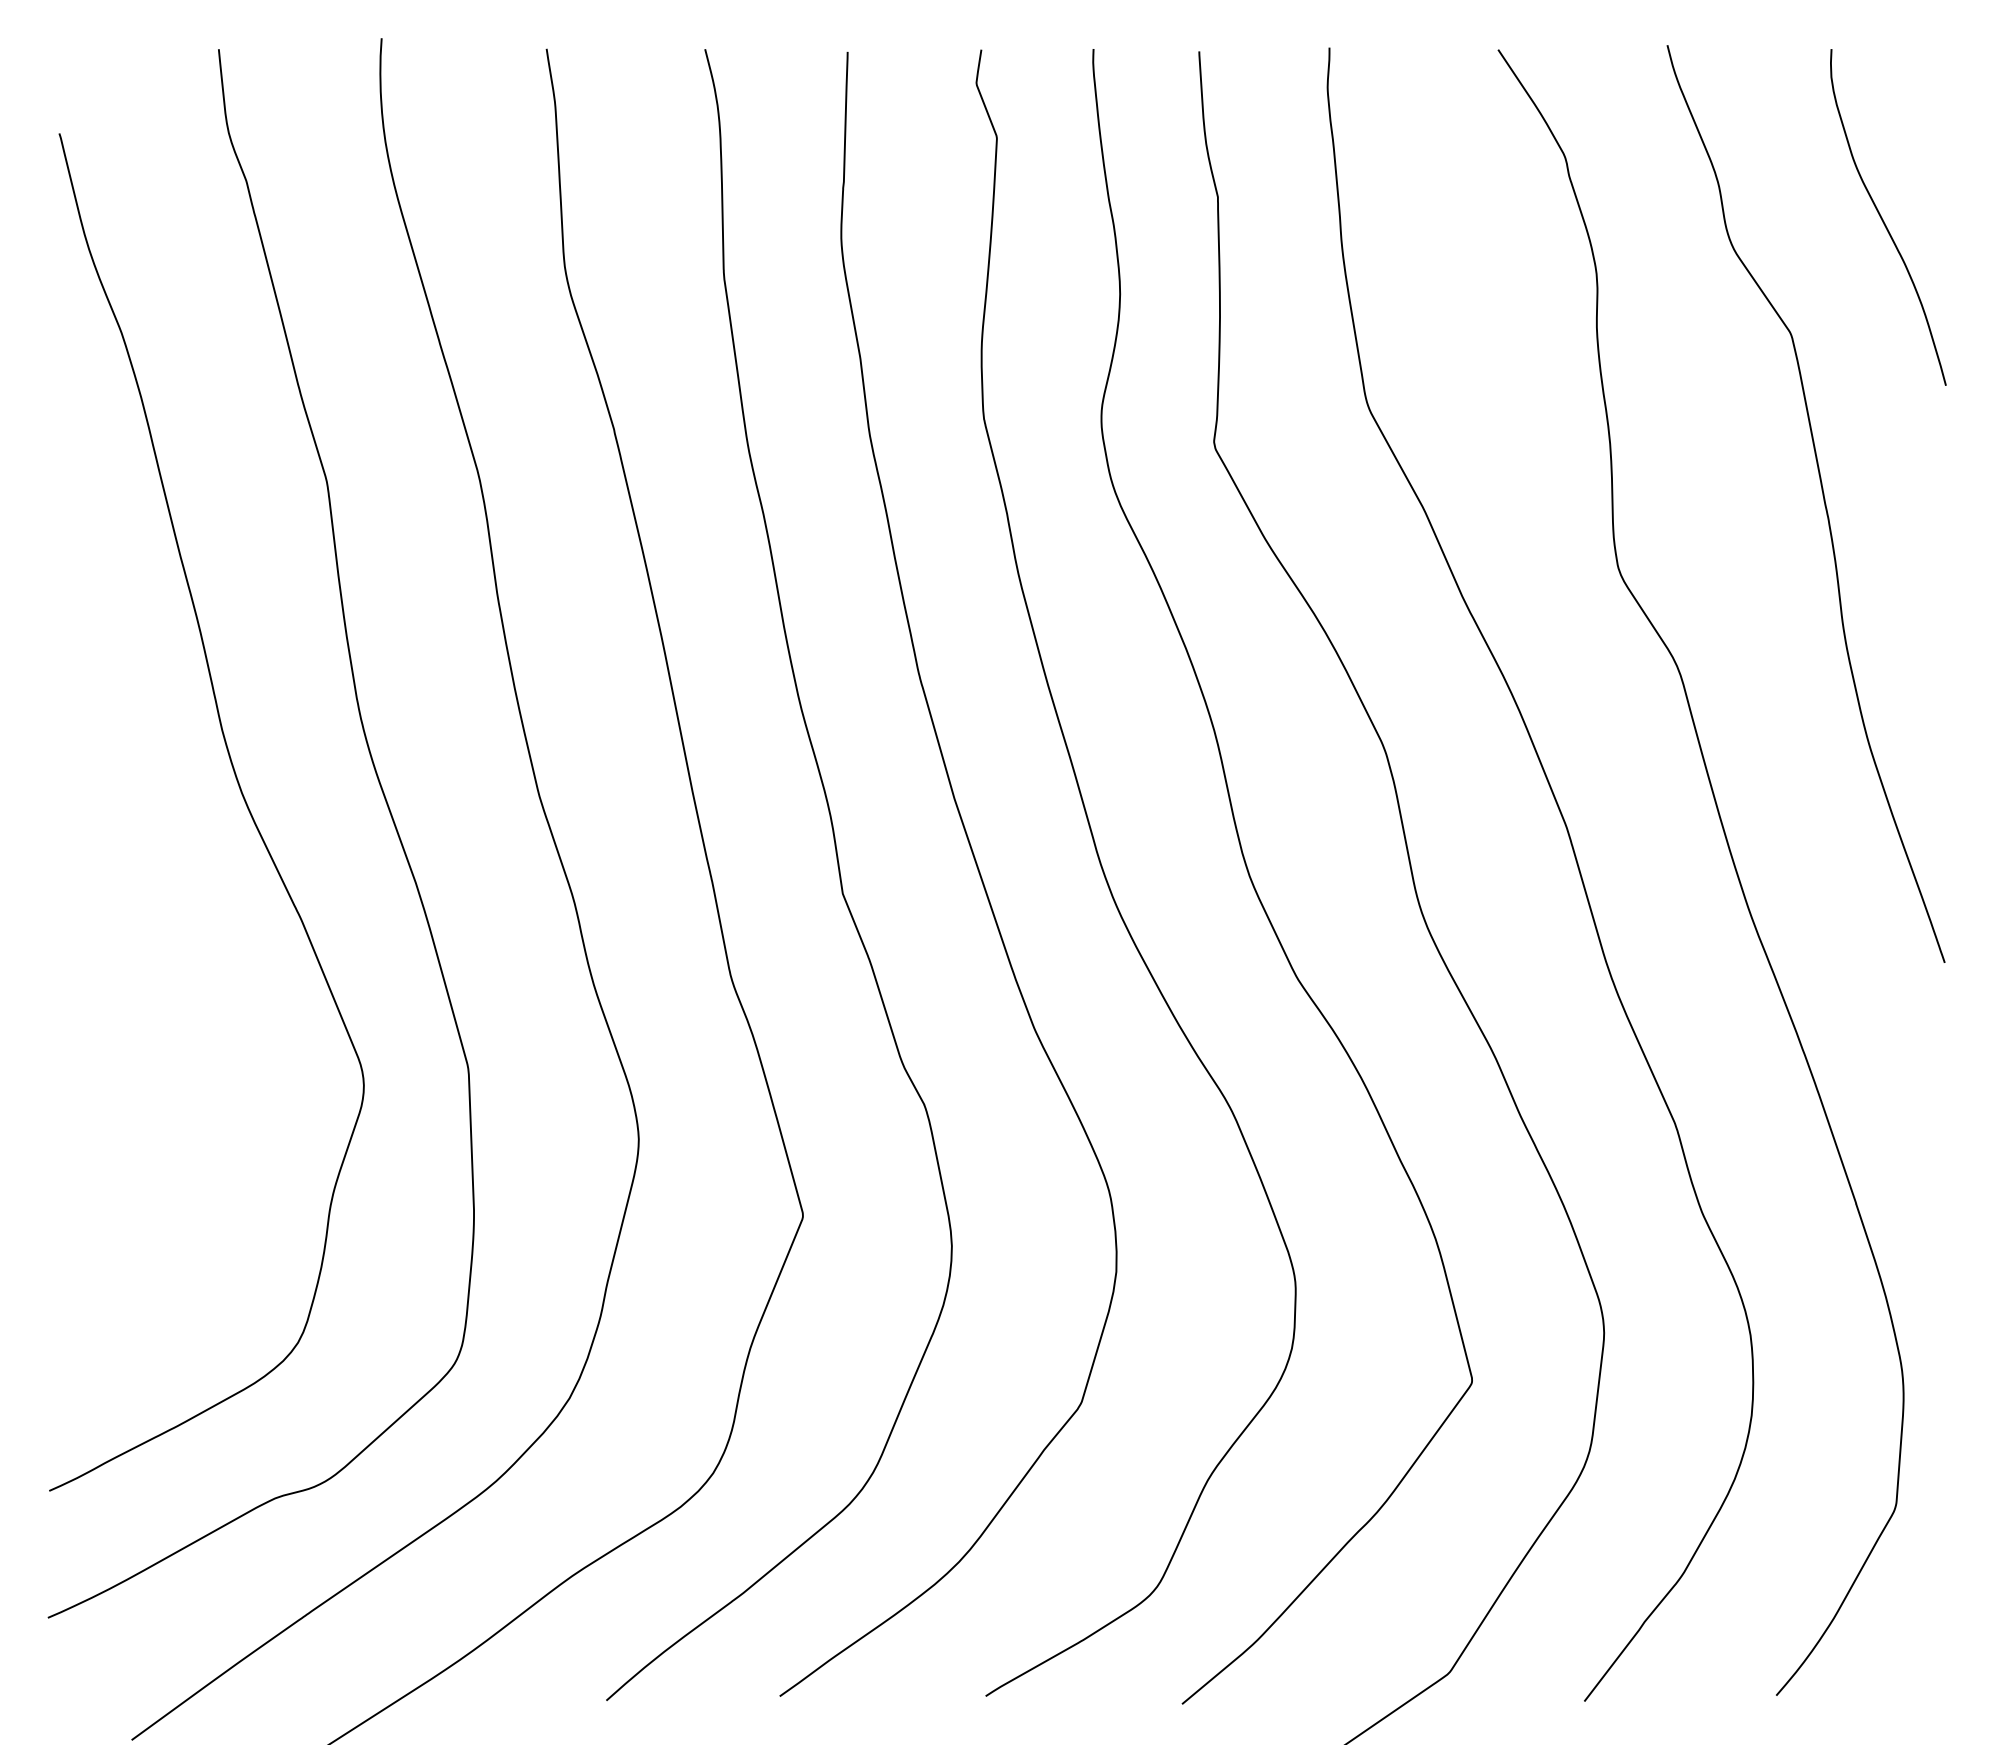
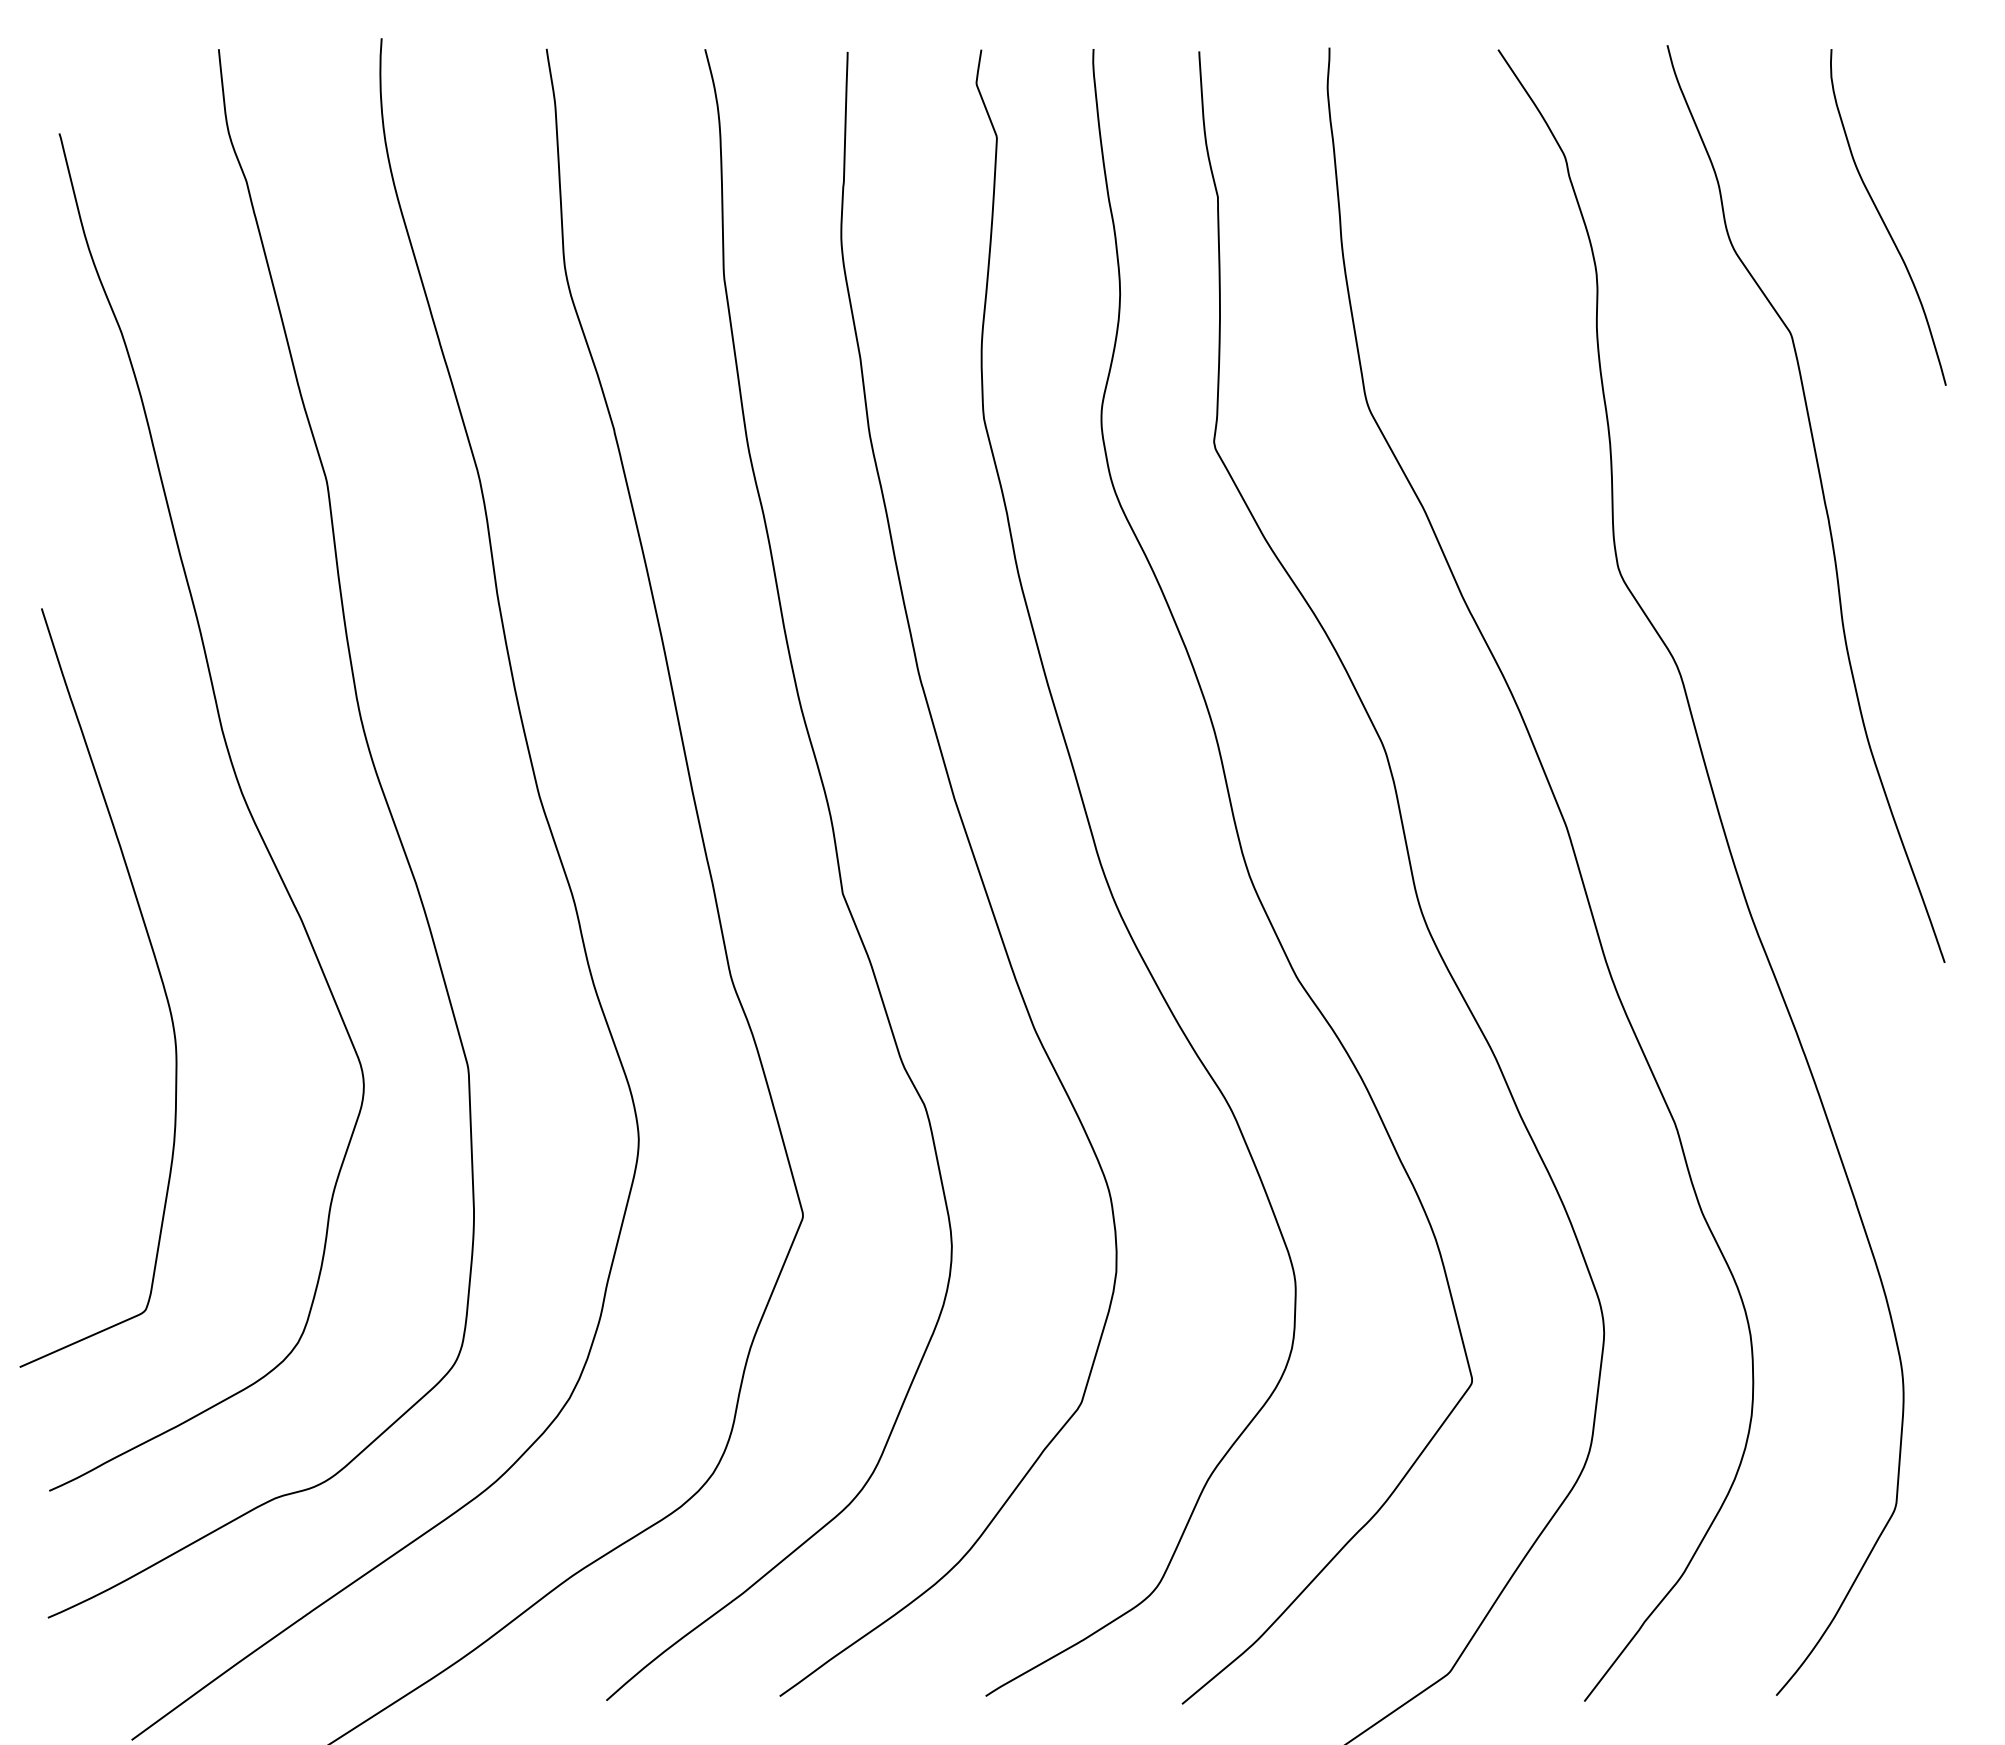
curve at (156, 966): none -> present
